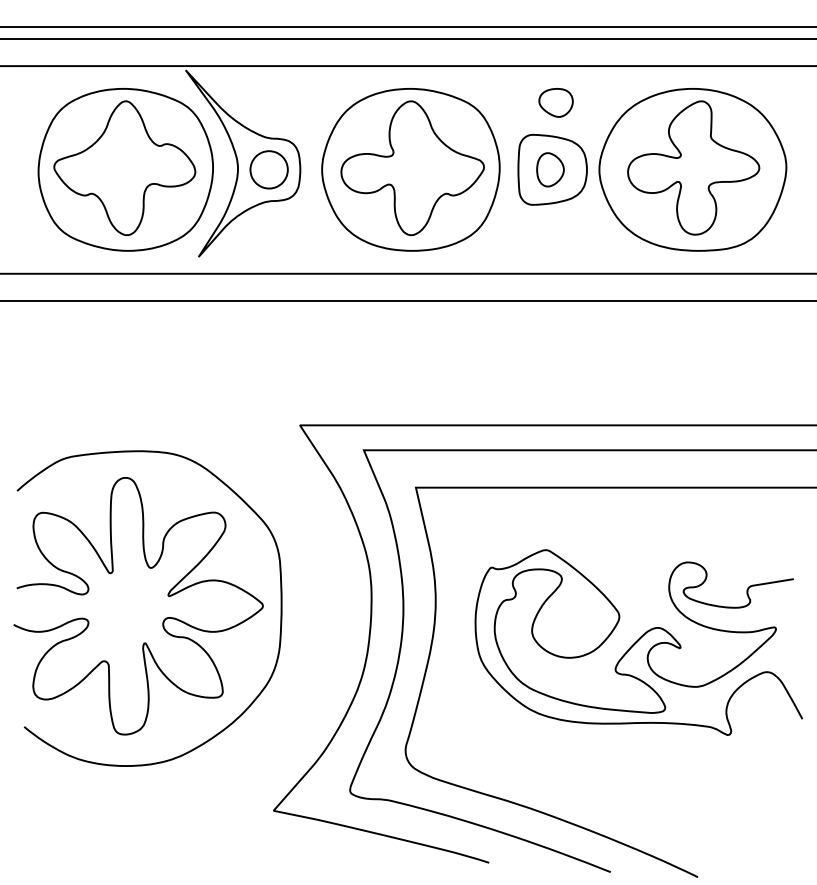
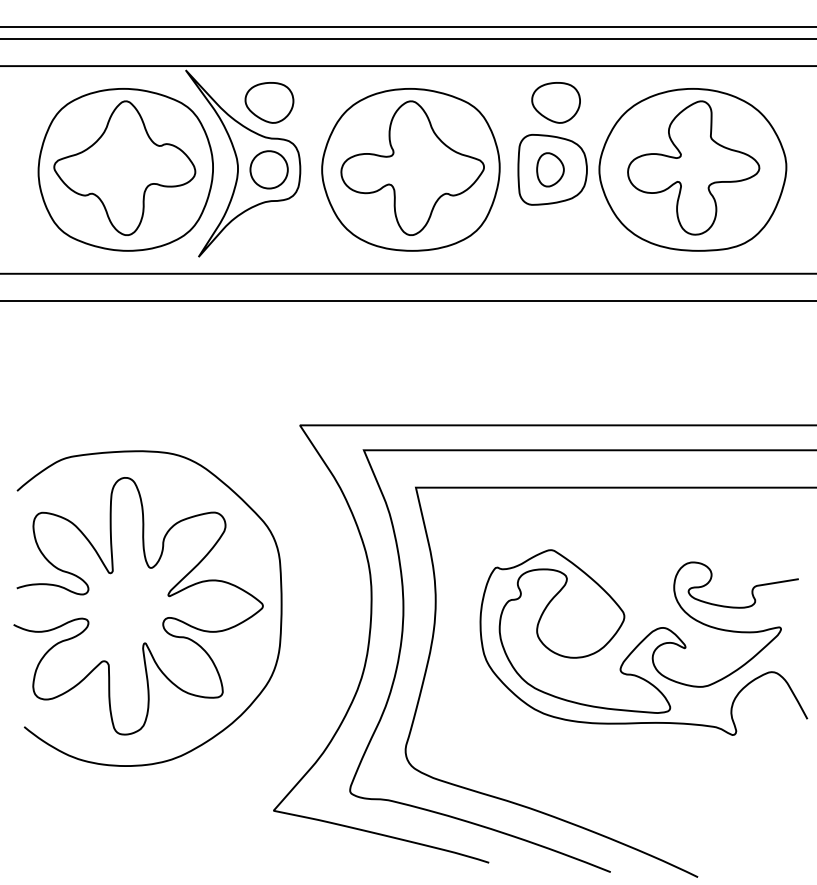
part at (269, 102): none -> present
part at (555, 102) size: 36x30 px -> 50x42 px
curve at (638, 641) position: (638, 641) -> (643, 641)
